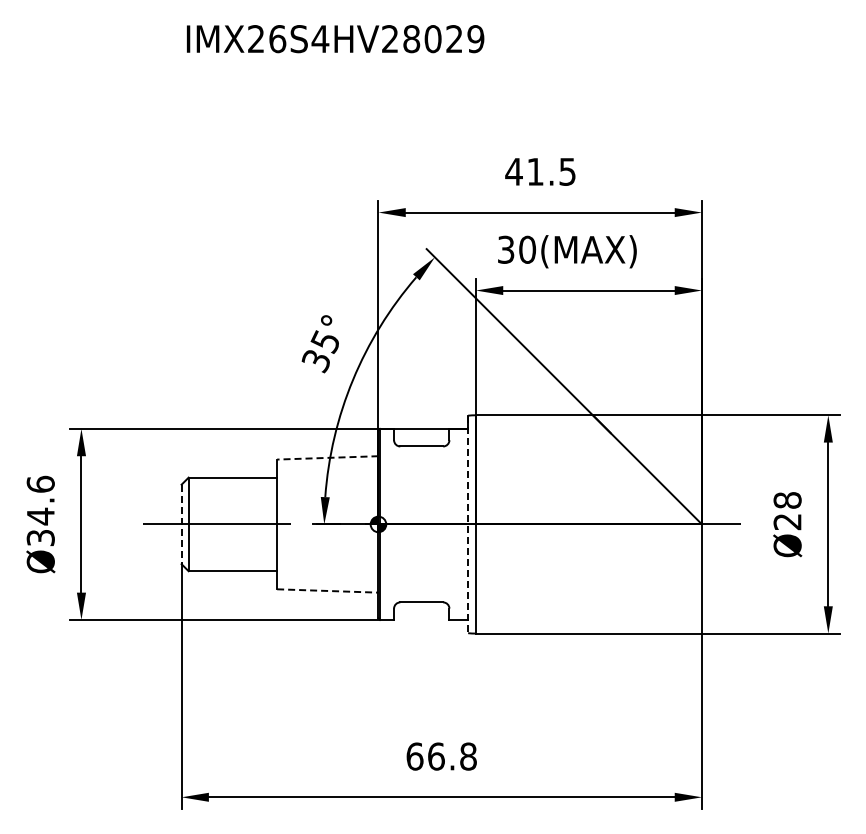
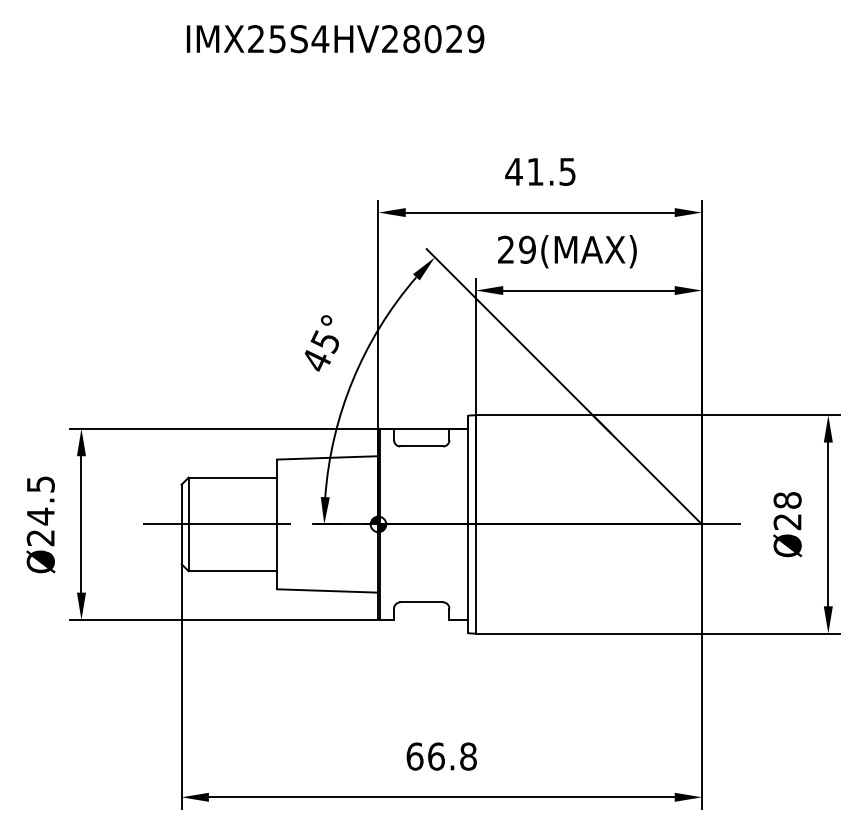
text at (277, 39): IMX26S4HV28029 -> IMX25S4HV28029
text at (517, 249): 30(MAX) -> 29(MAX)
text at (315, 361): 35° -> 45°
line at (327, 457): dashed -> solid
text at (40, 510): Ø34.6 -> Ø24.5
line at (181, 524): dashed -> solid
line at (468, 524): dashed -> solid
line at (327, 590): dashed -> solid
